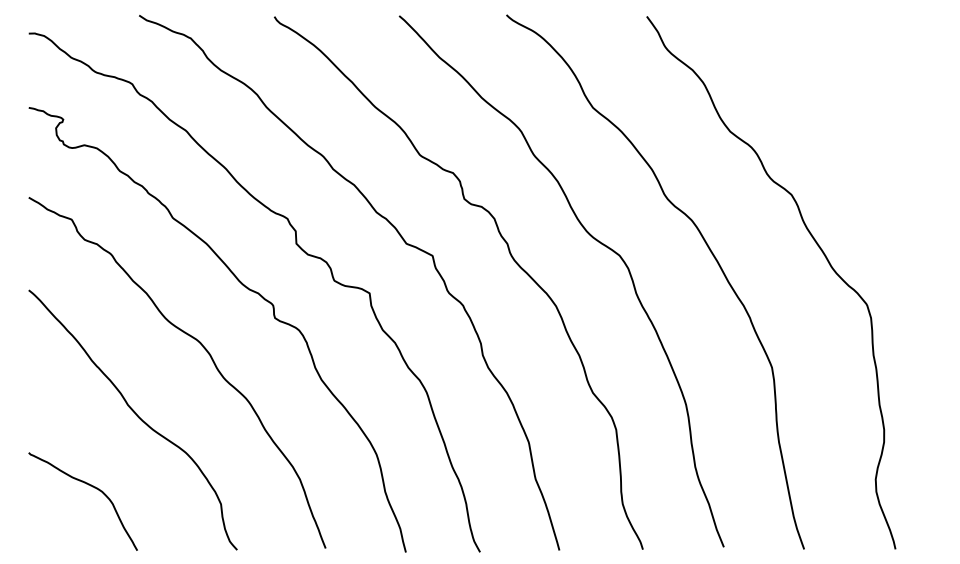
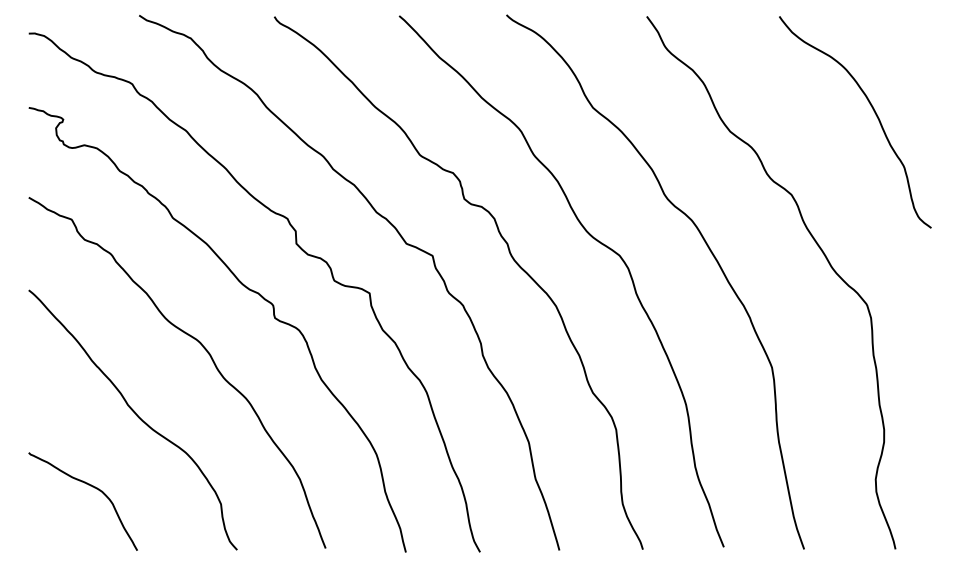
curve at (874, 113): none -> present
